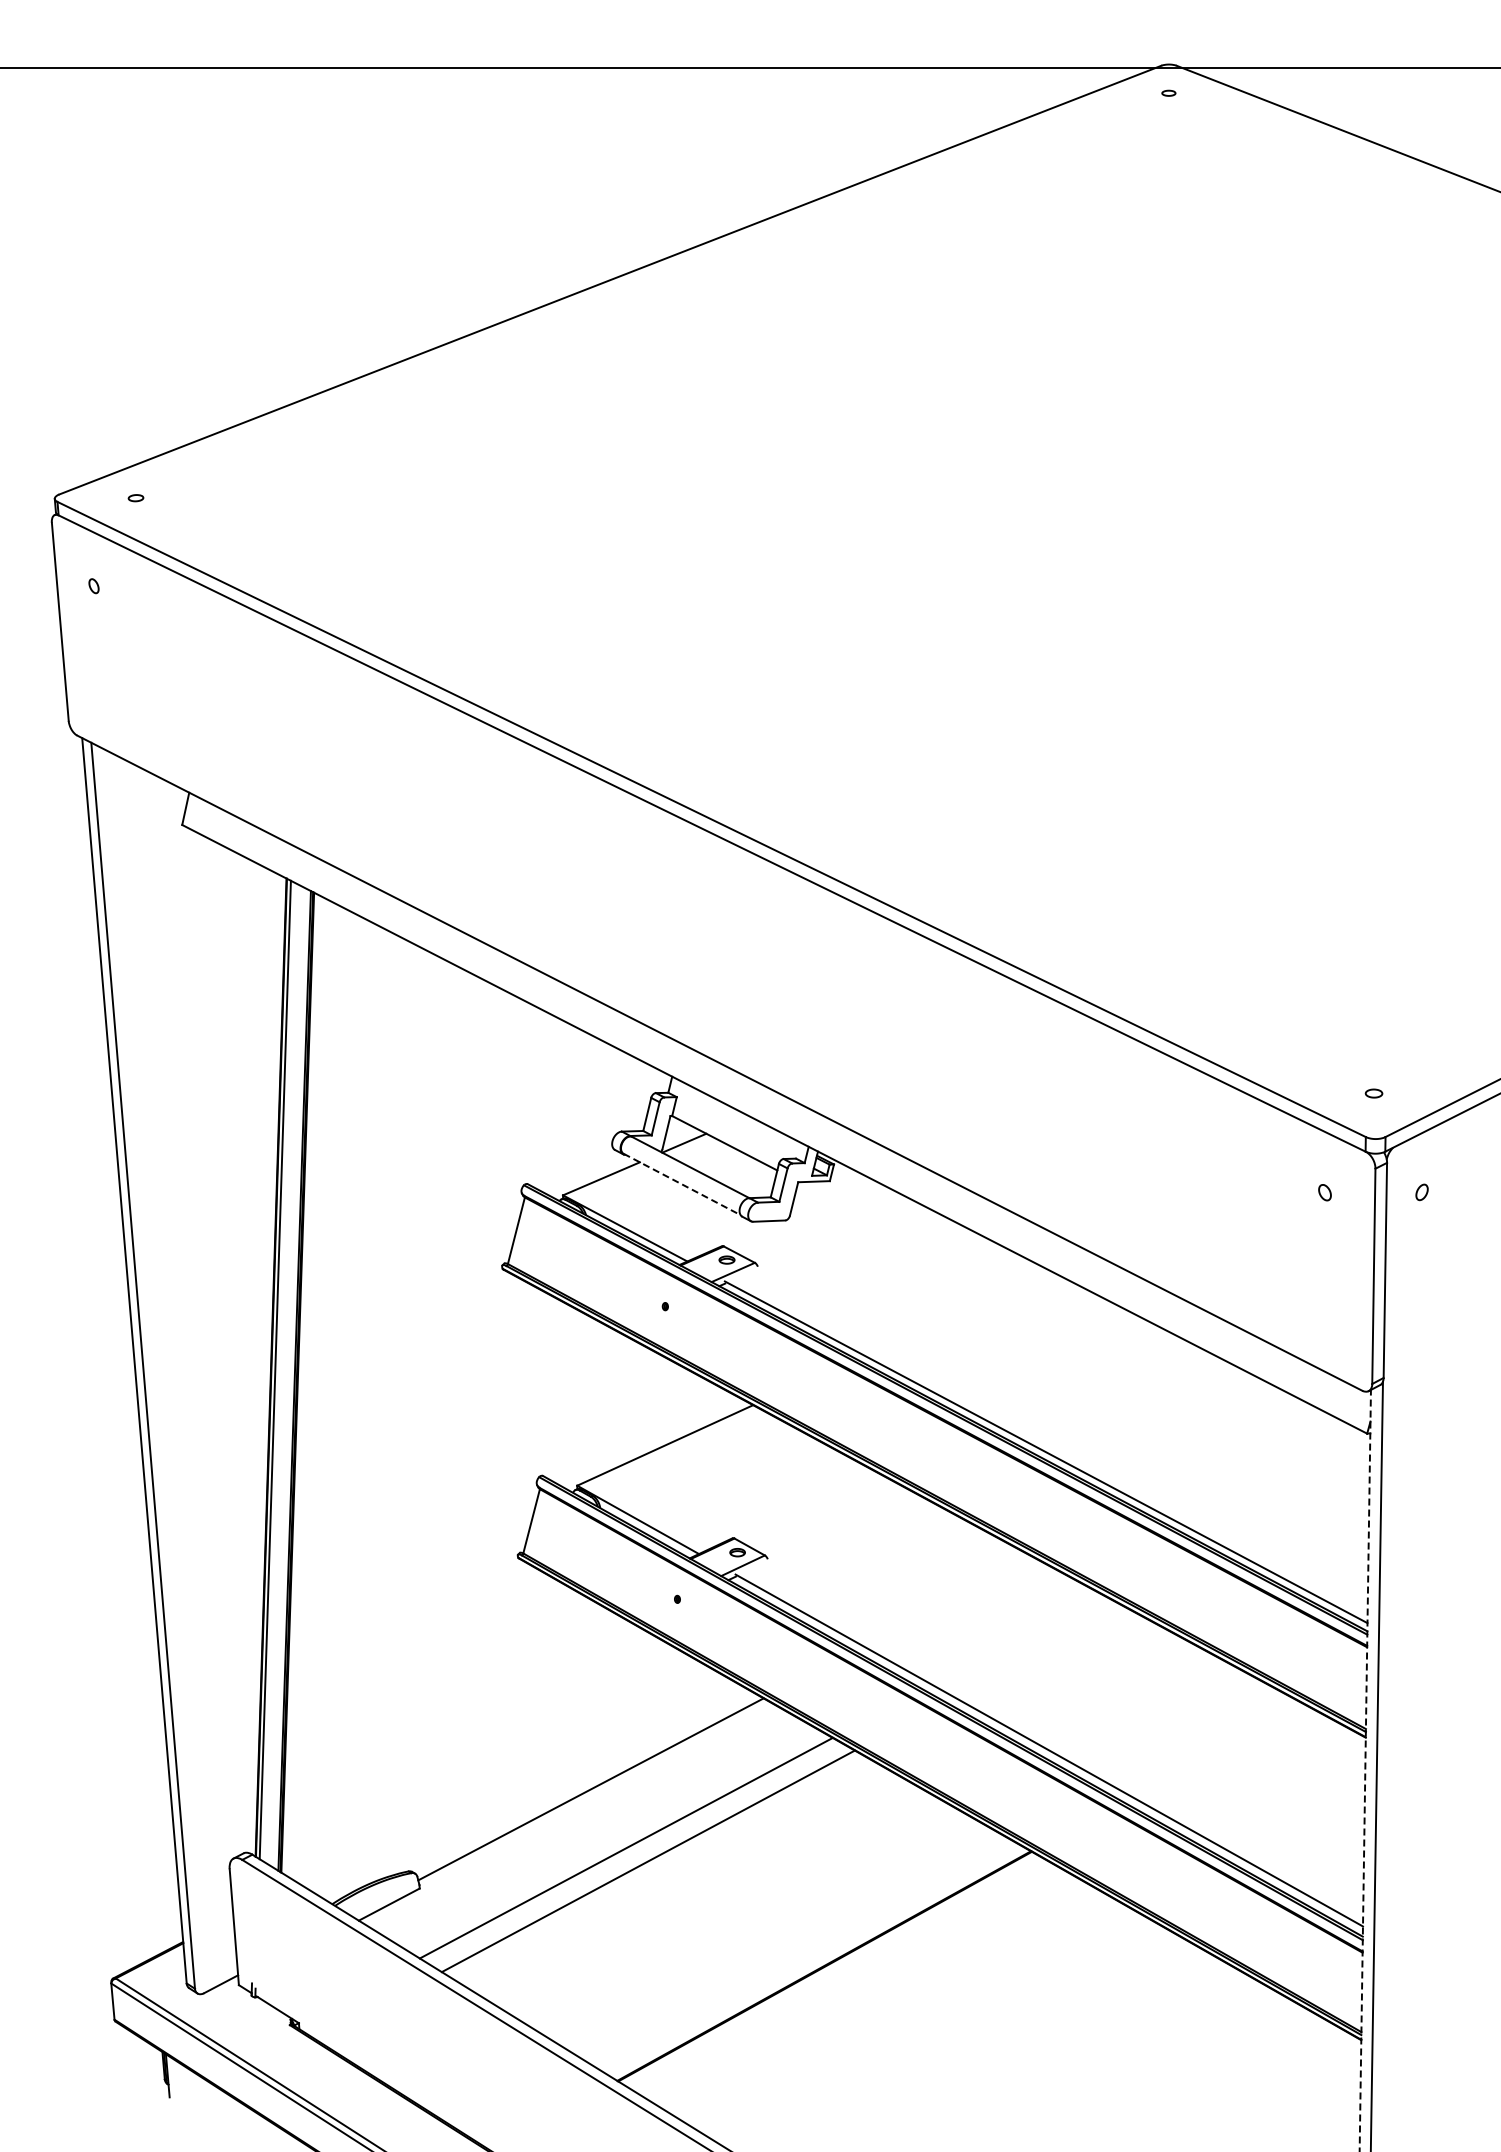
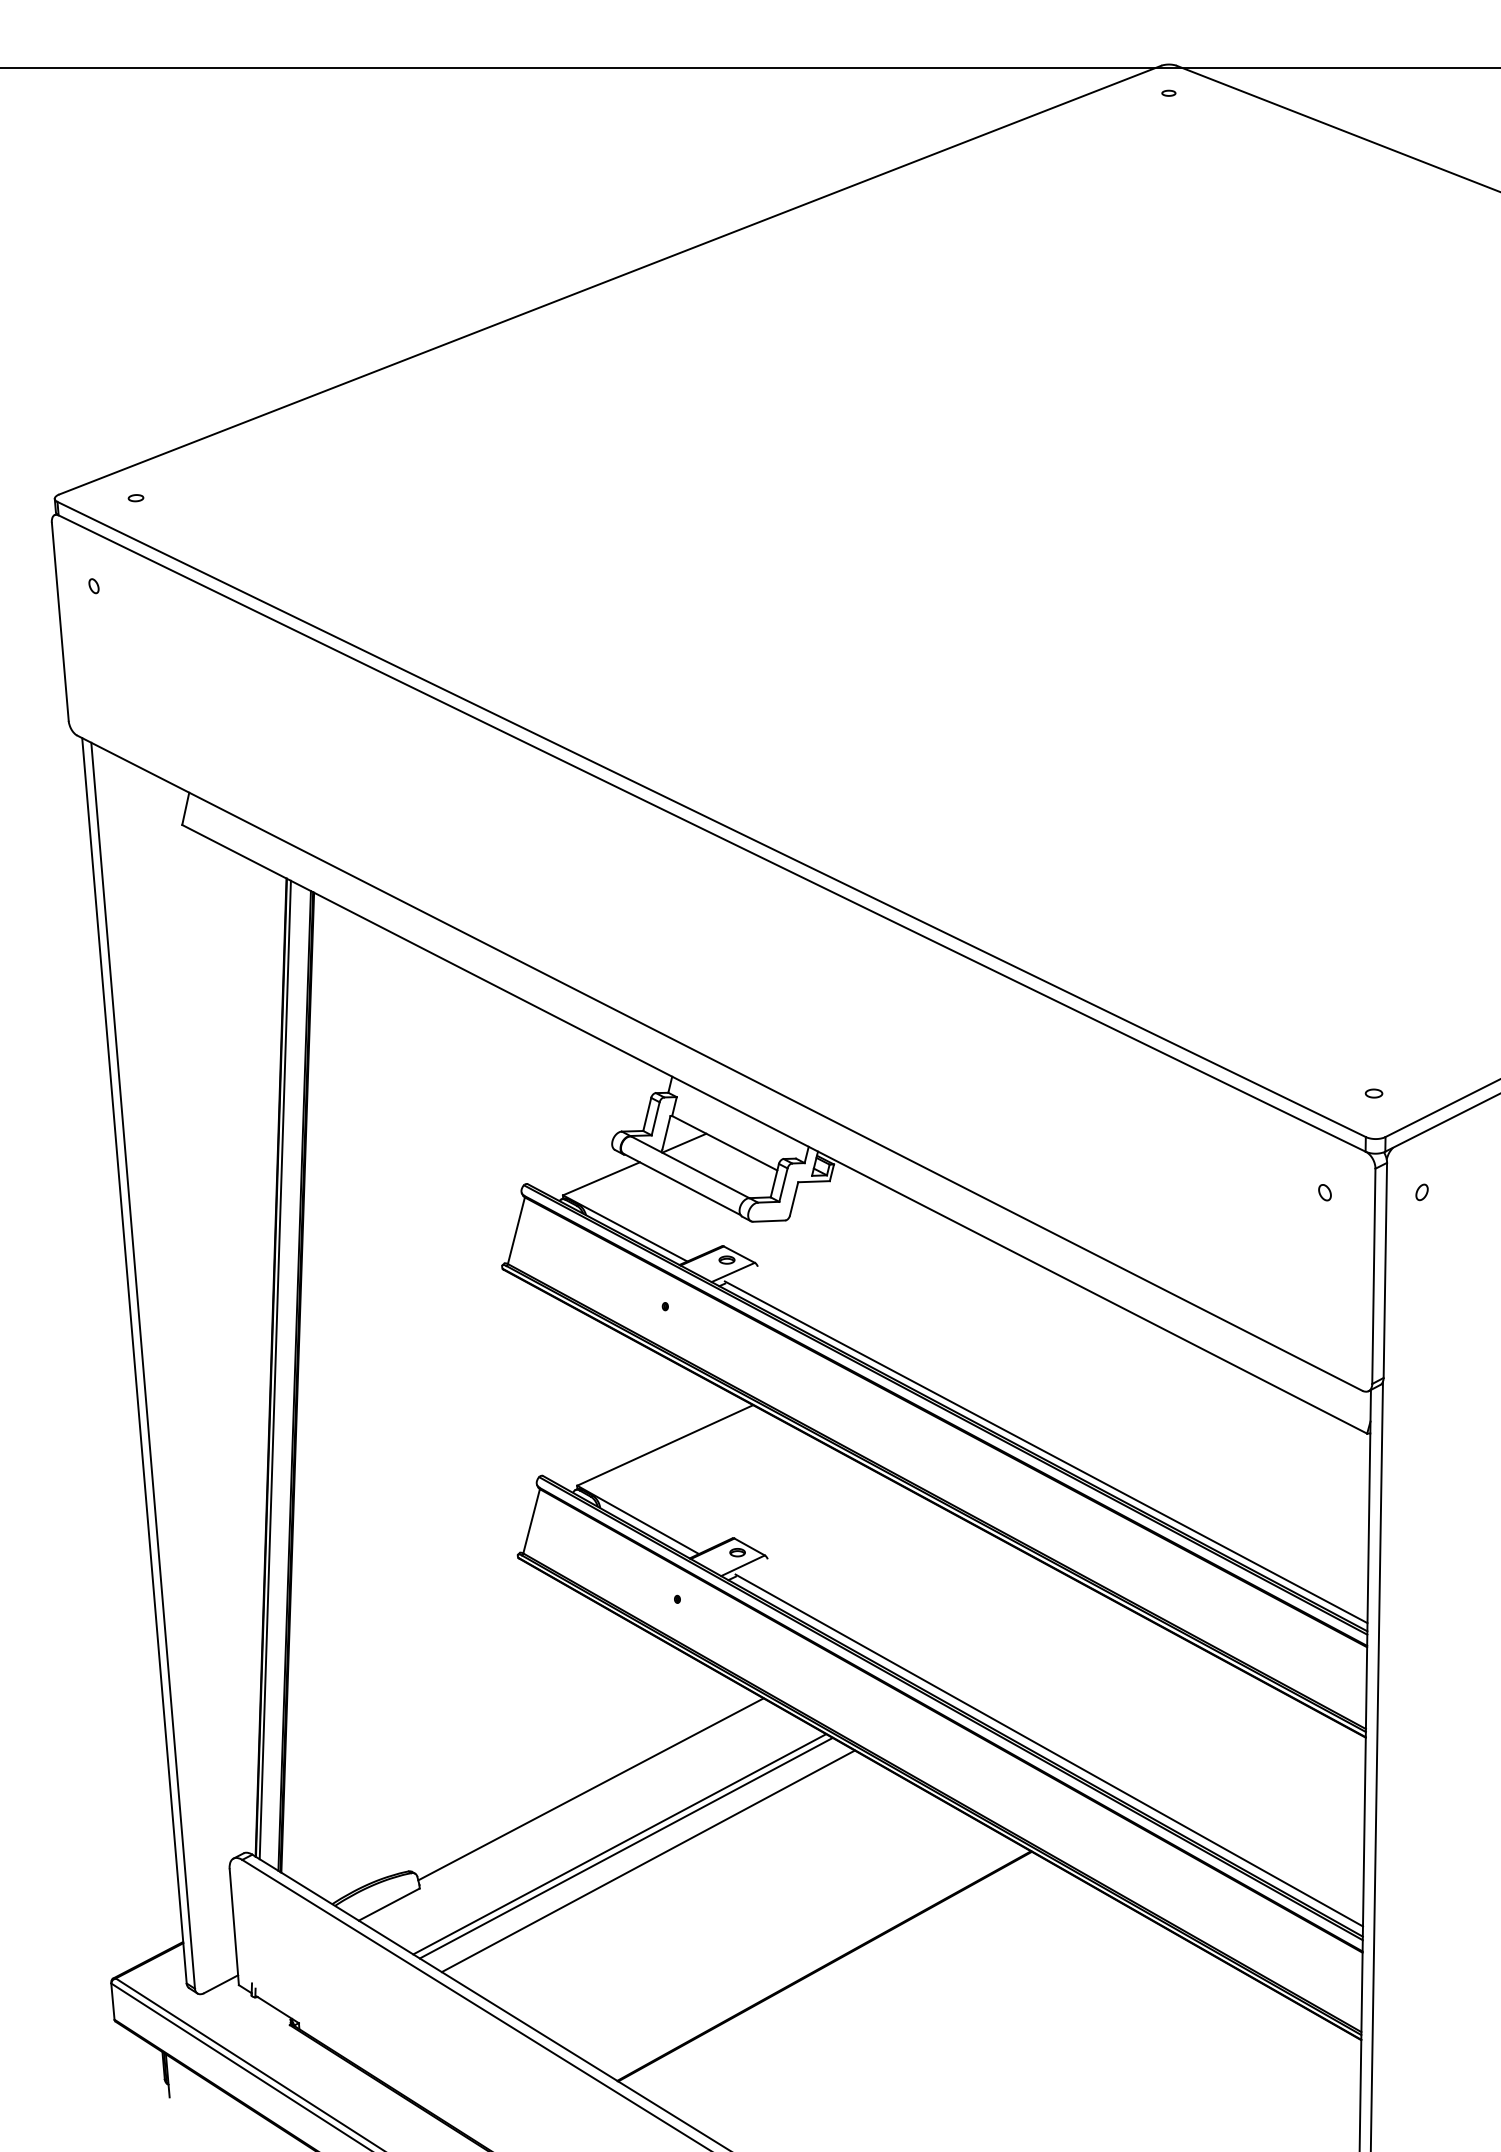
line at (682, 1184): dashed -> solid
line at (1365, 1770): dashed -> solid
line at (619, 1844): none -> present
